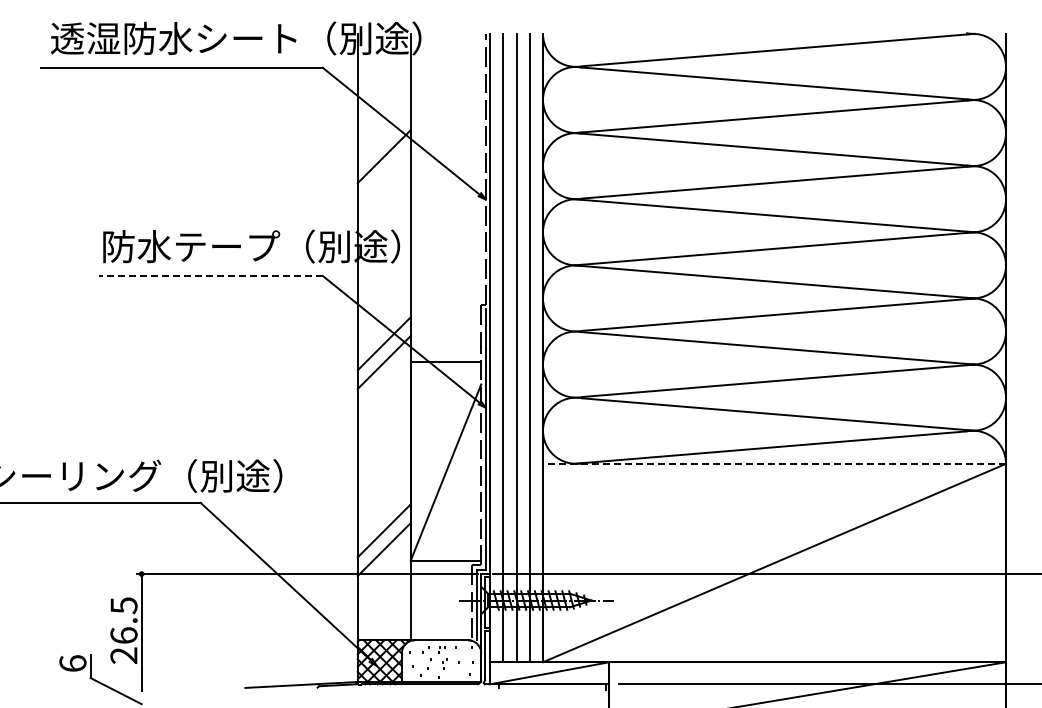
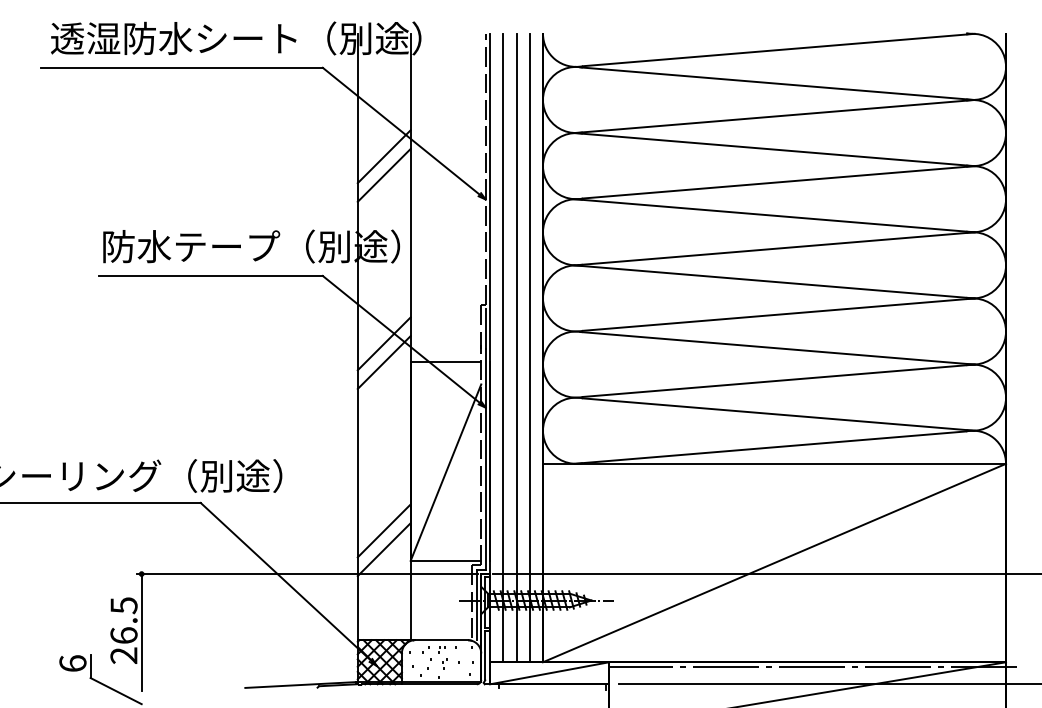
line at (383, 174): none -> present
line at (210, 275): dashed -> solid
line at (774, 463): dashed -> solid
line at (813, 666): none -> present
